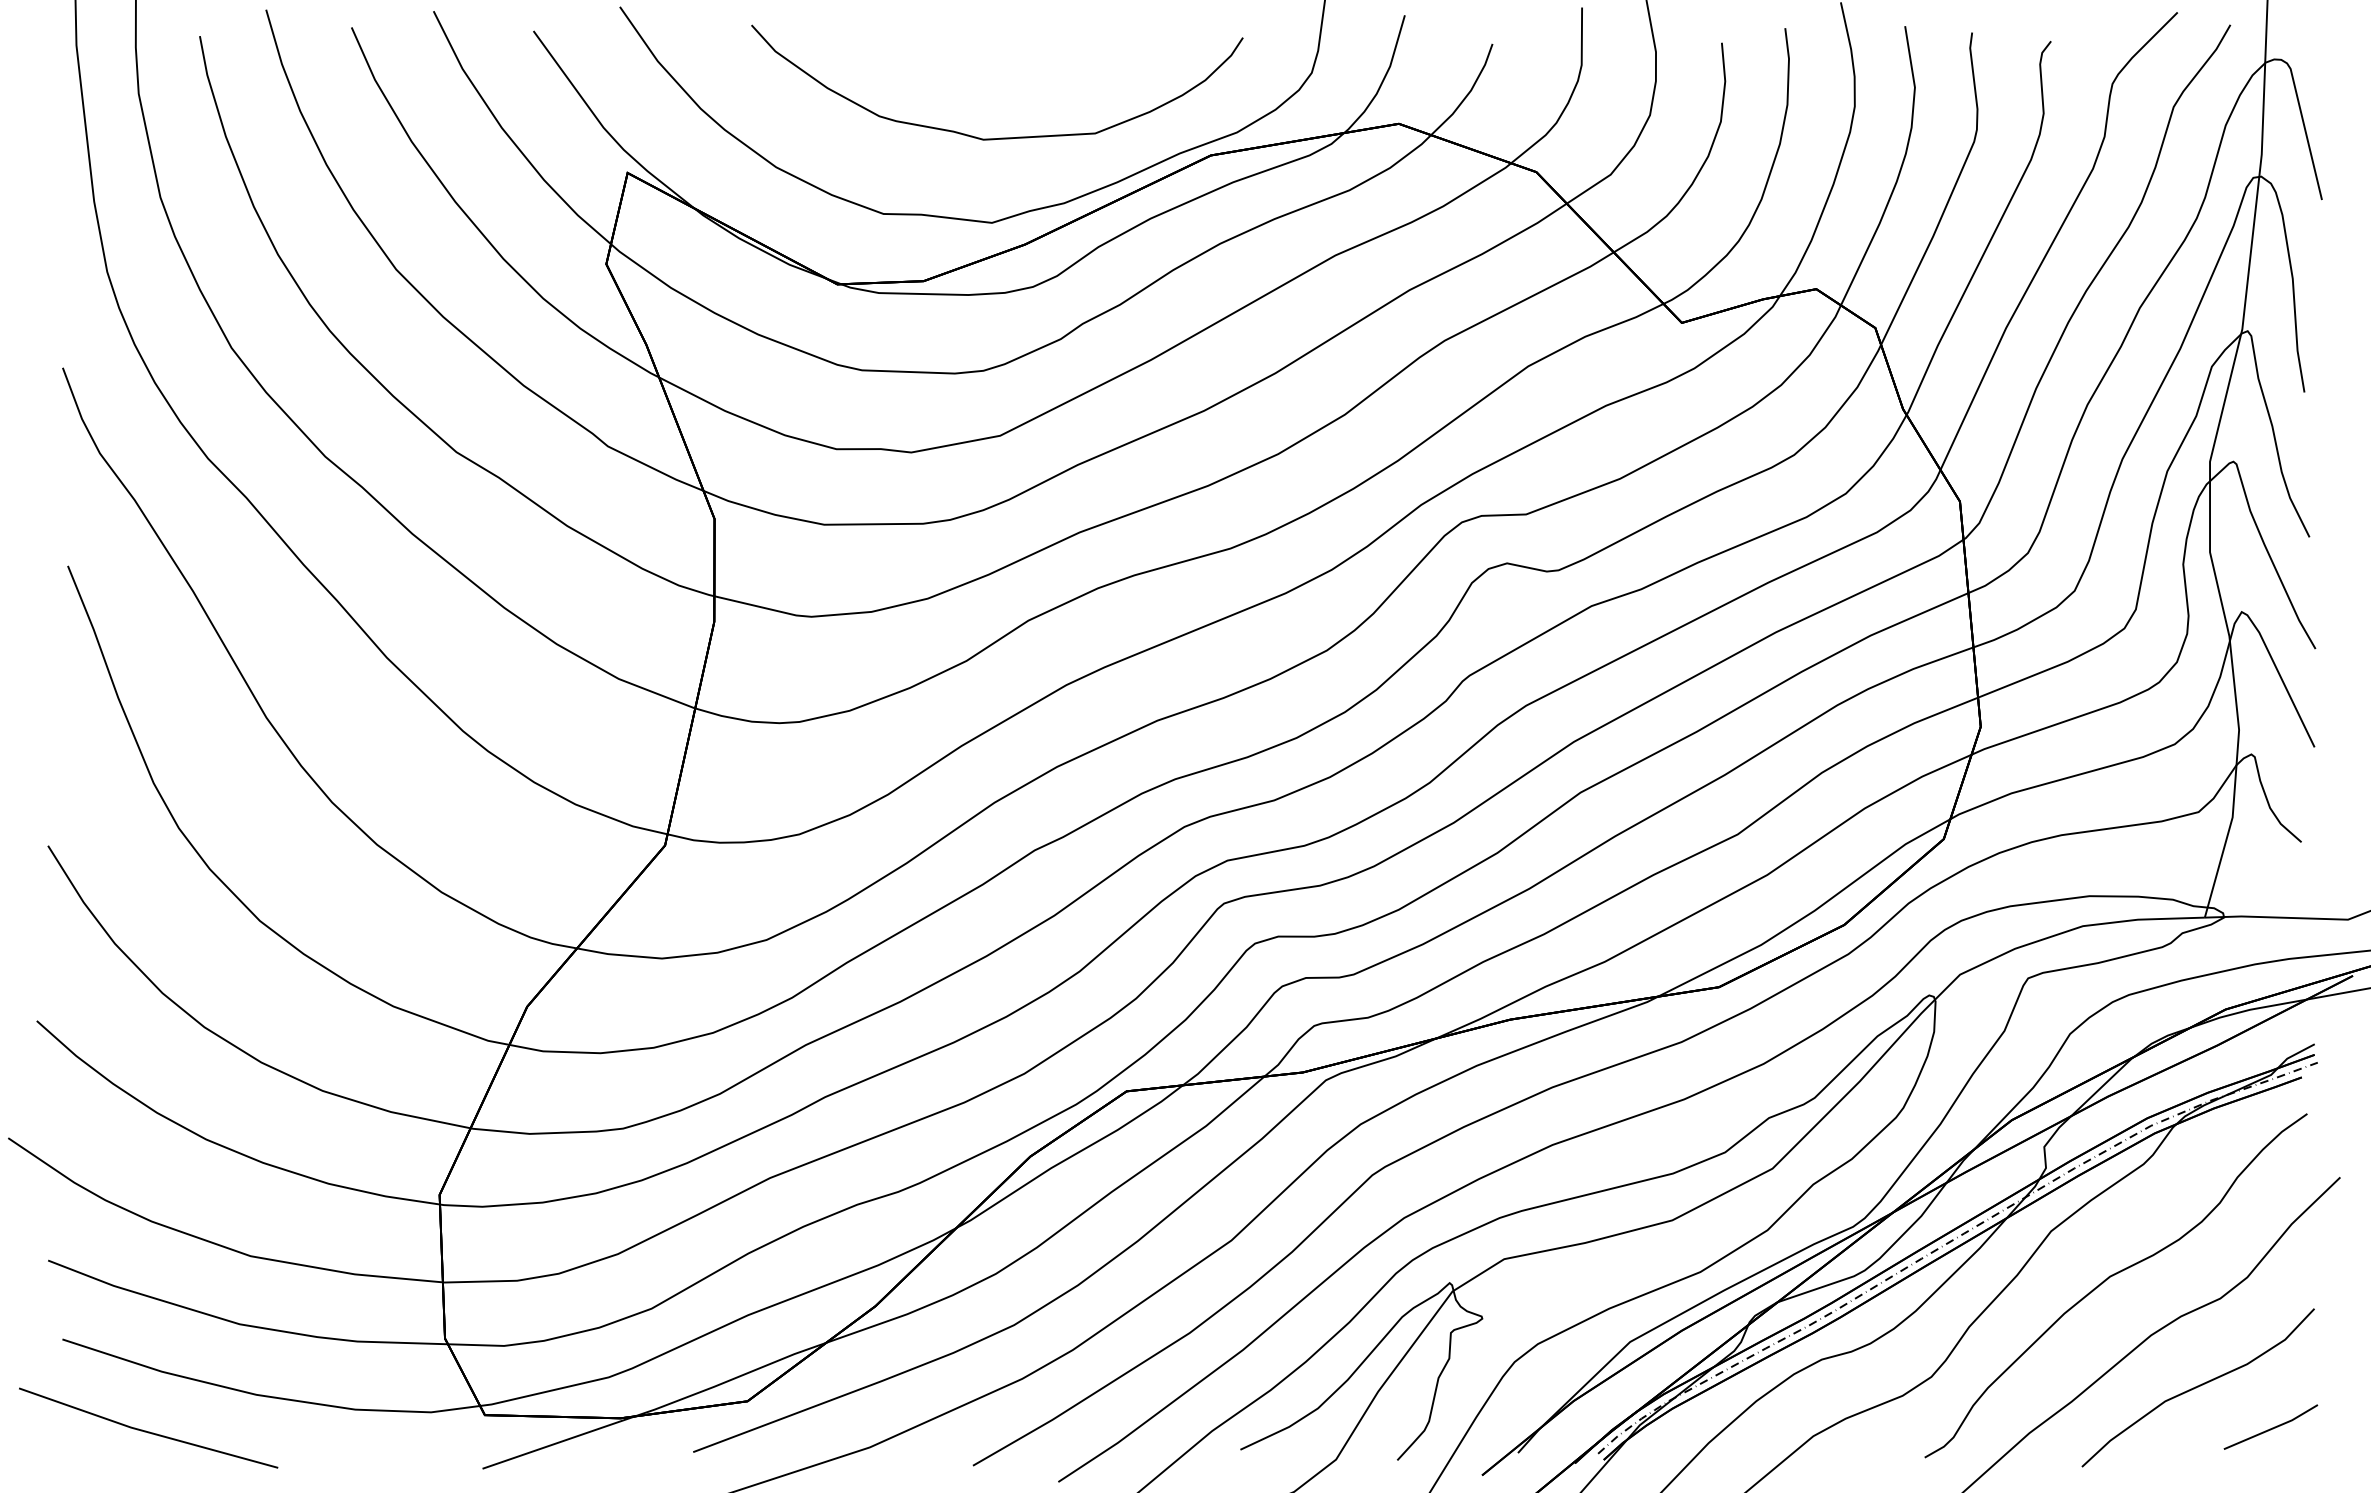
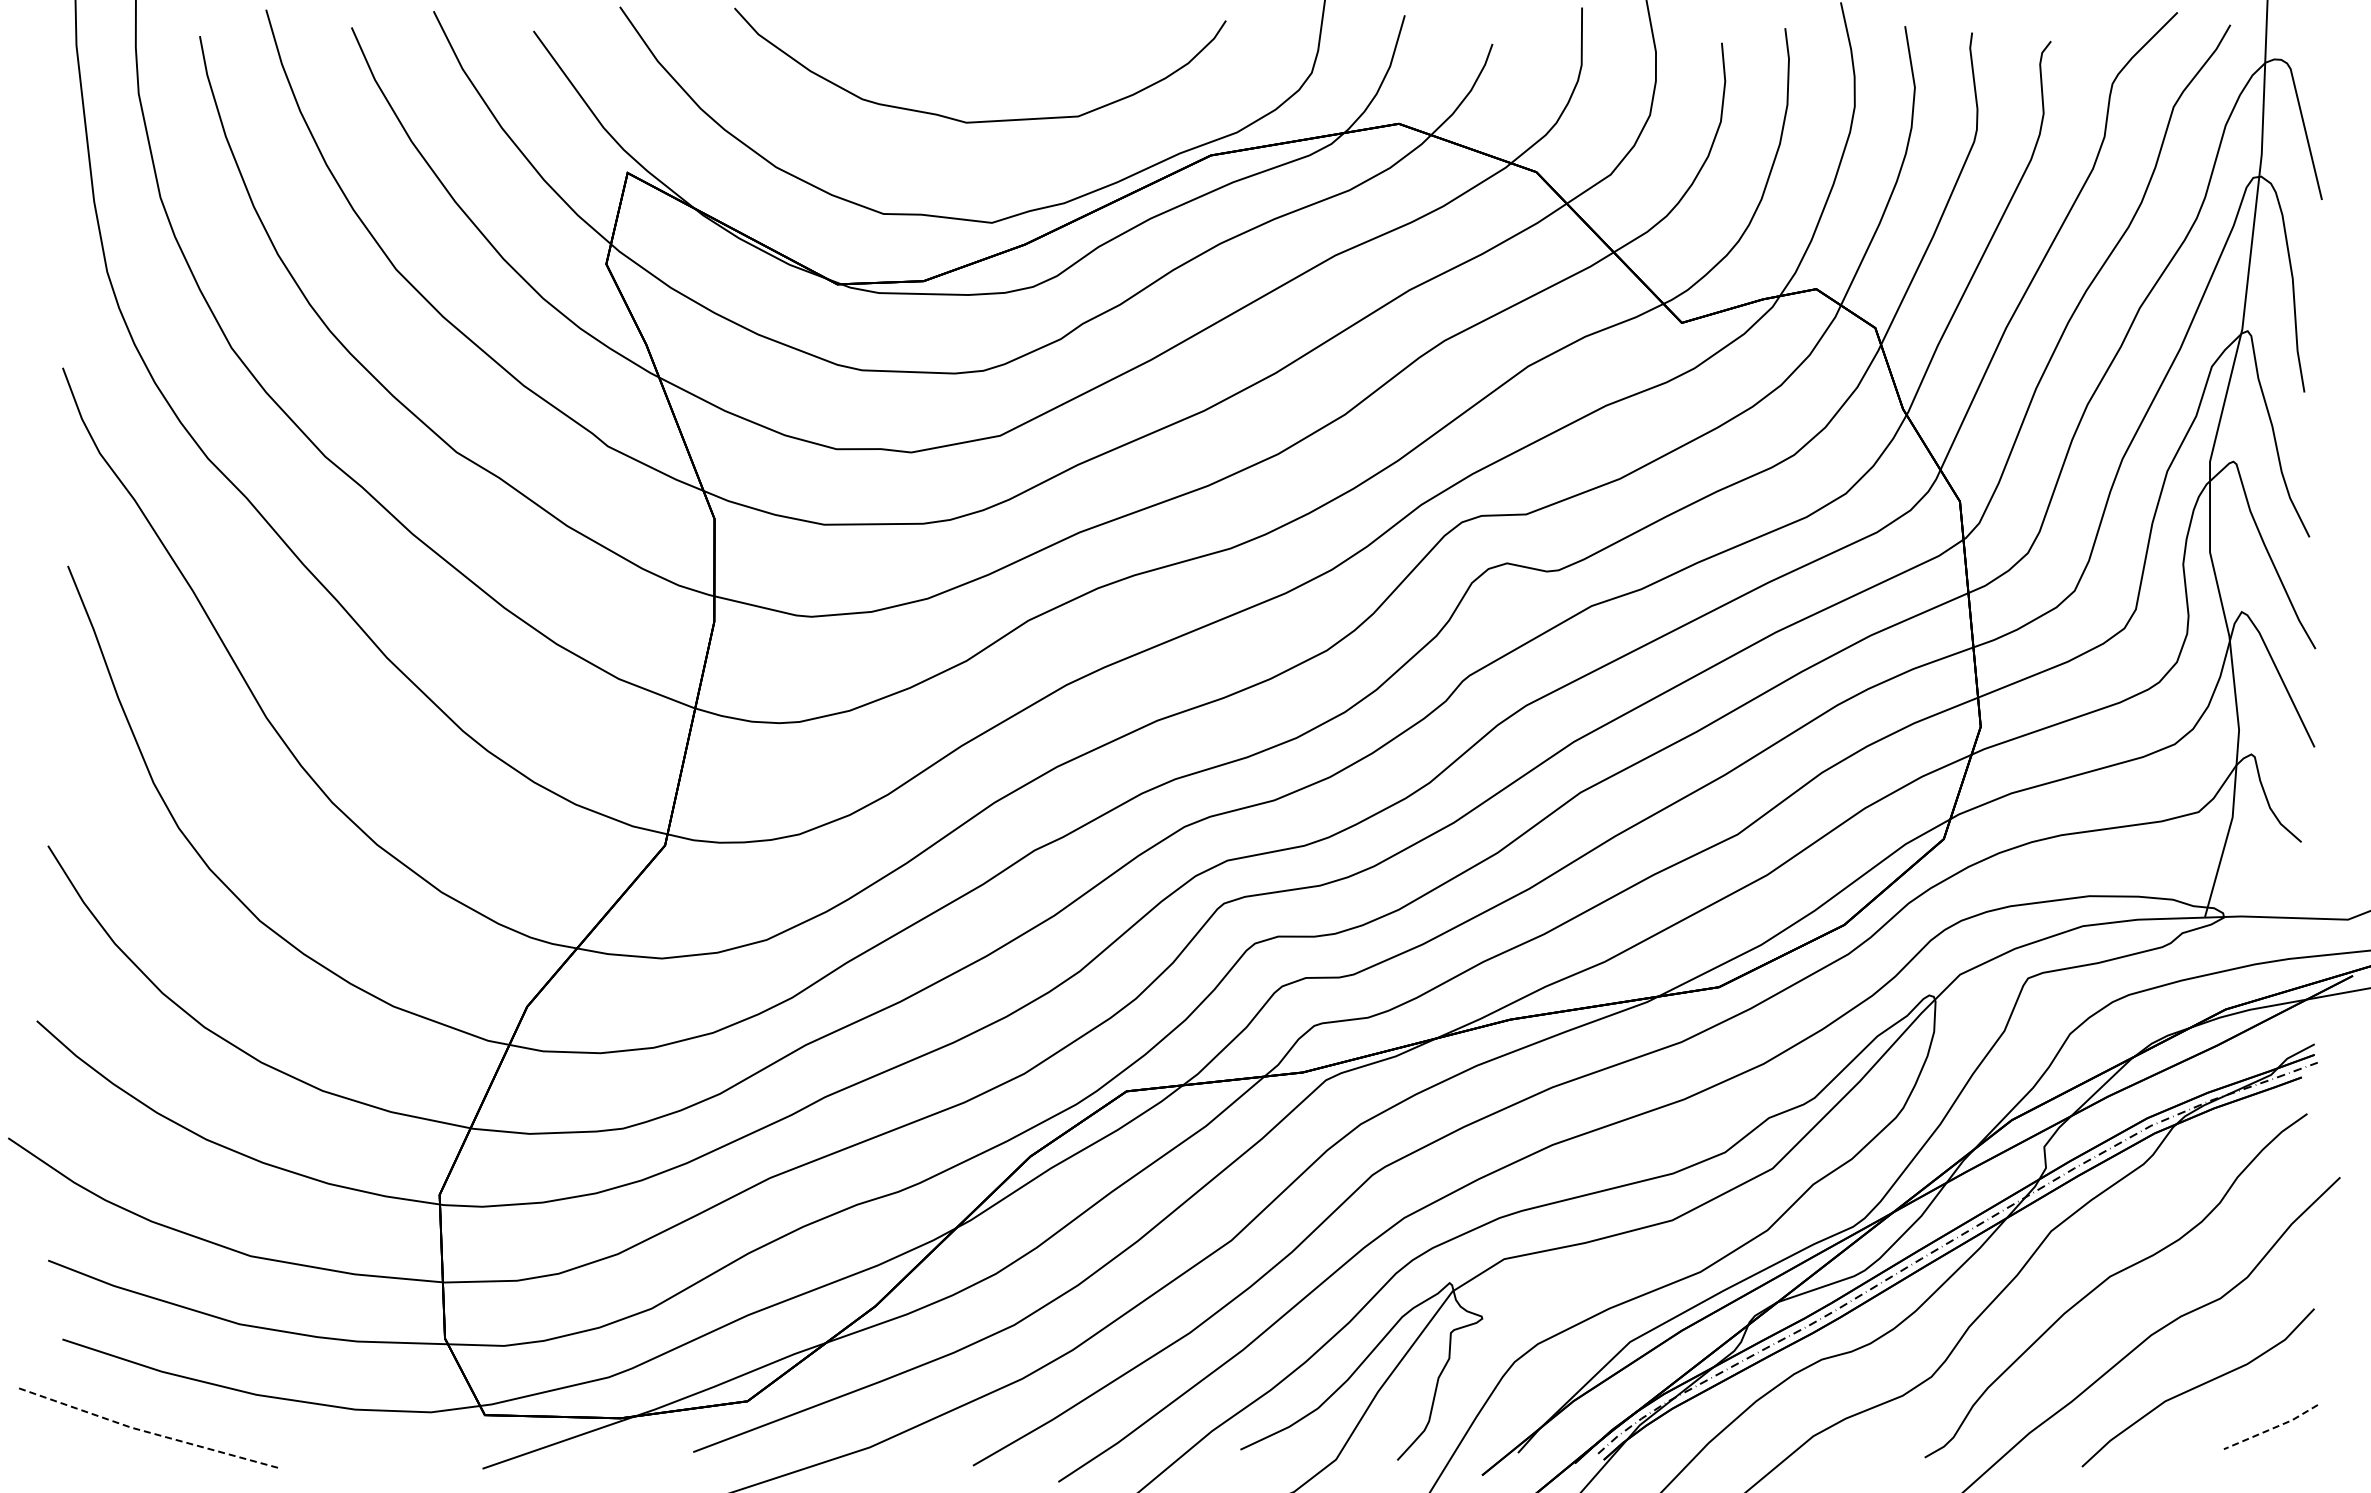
curve at (1000, 137) position: (1000, 137) -> (983, 120)
line at (2272, 1428): solid -> dashed
line at (147, 1432): solid -> dashed
